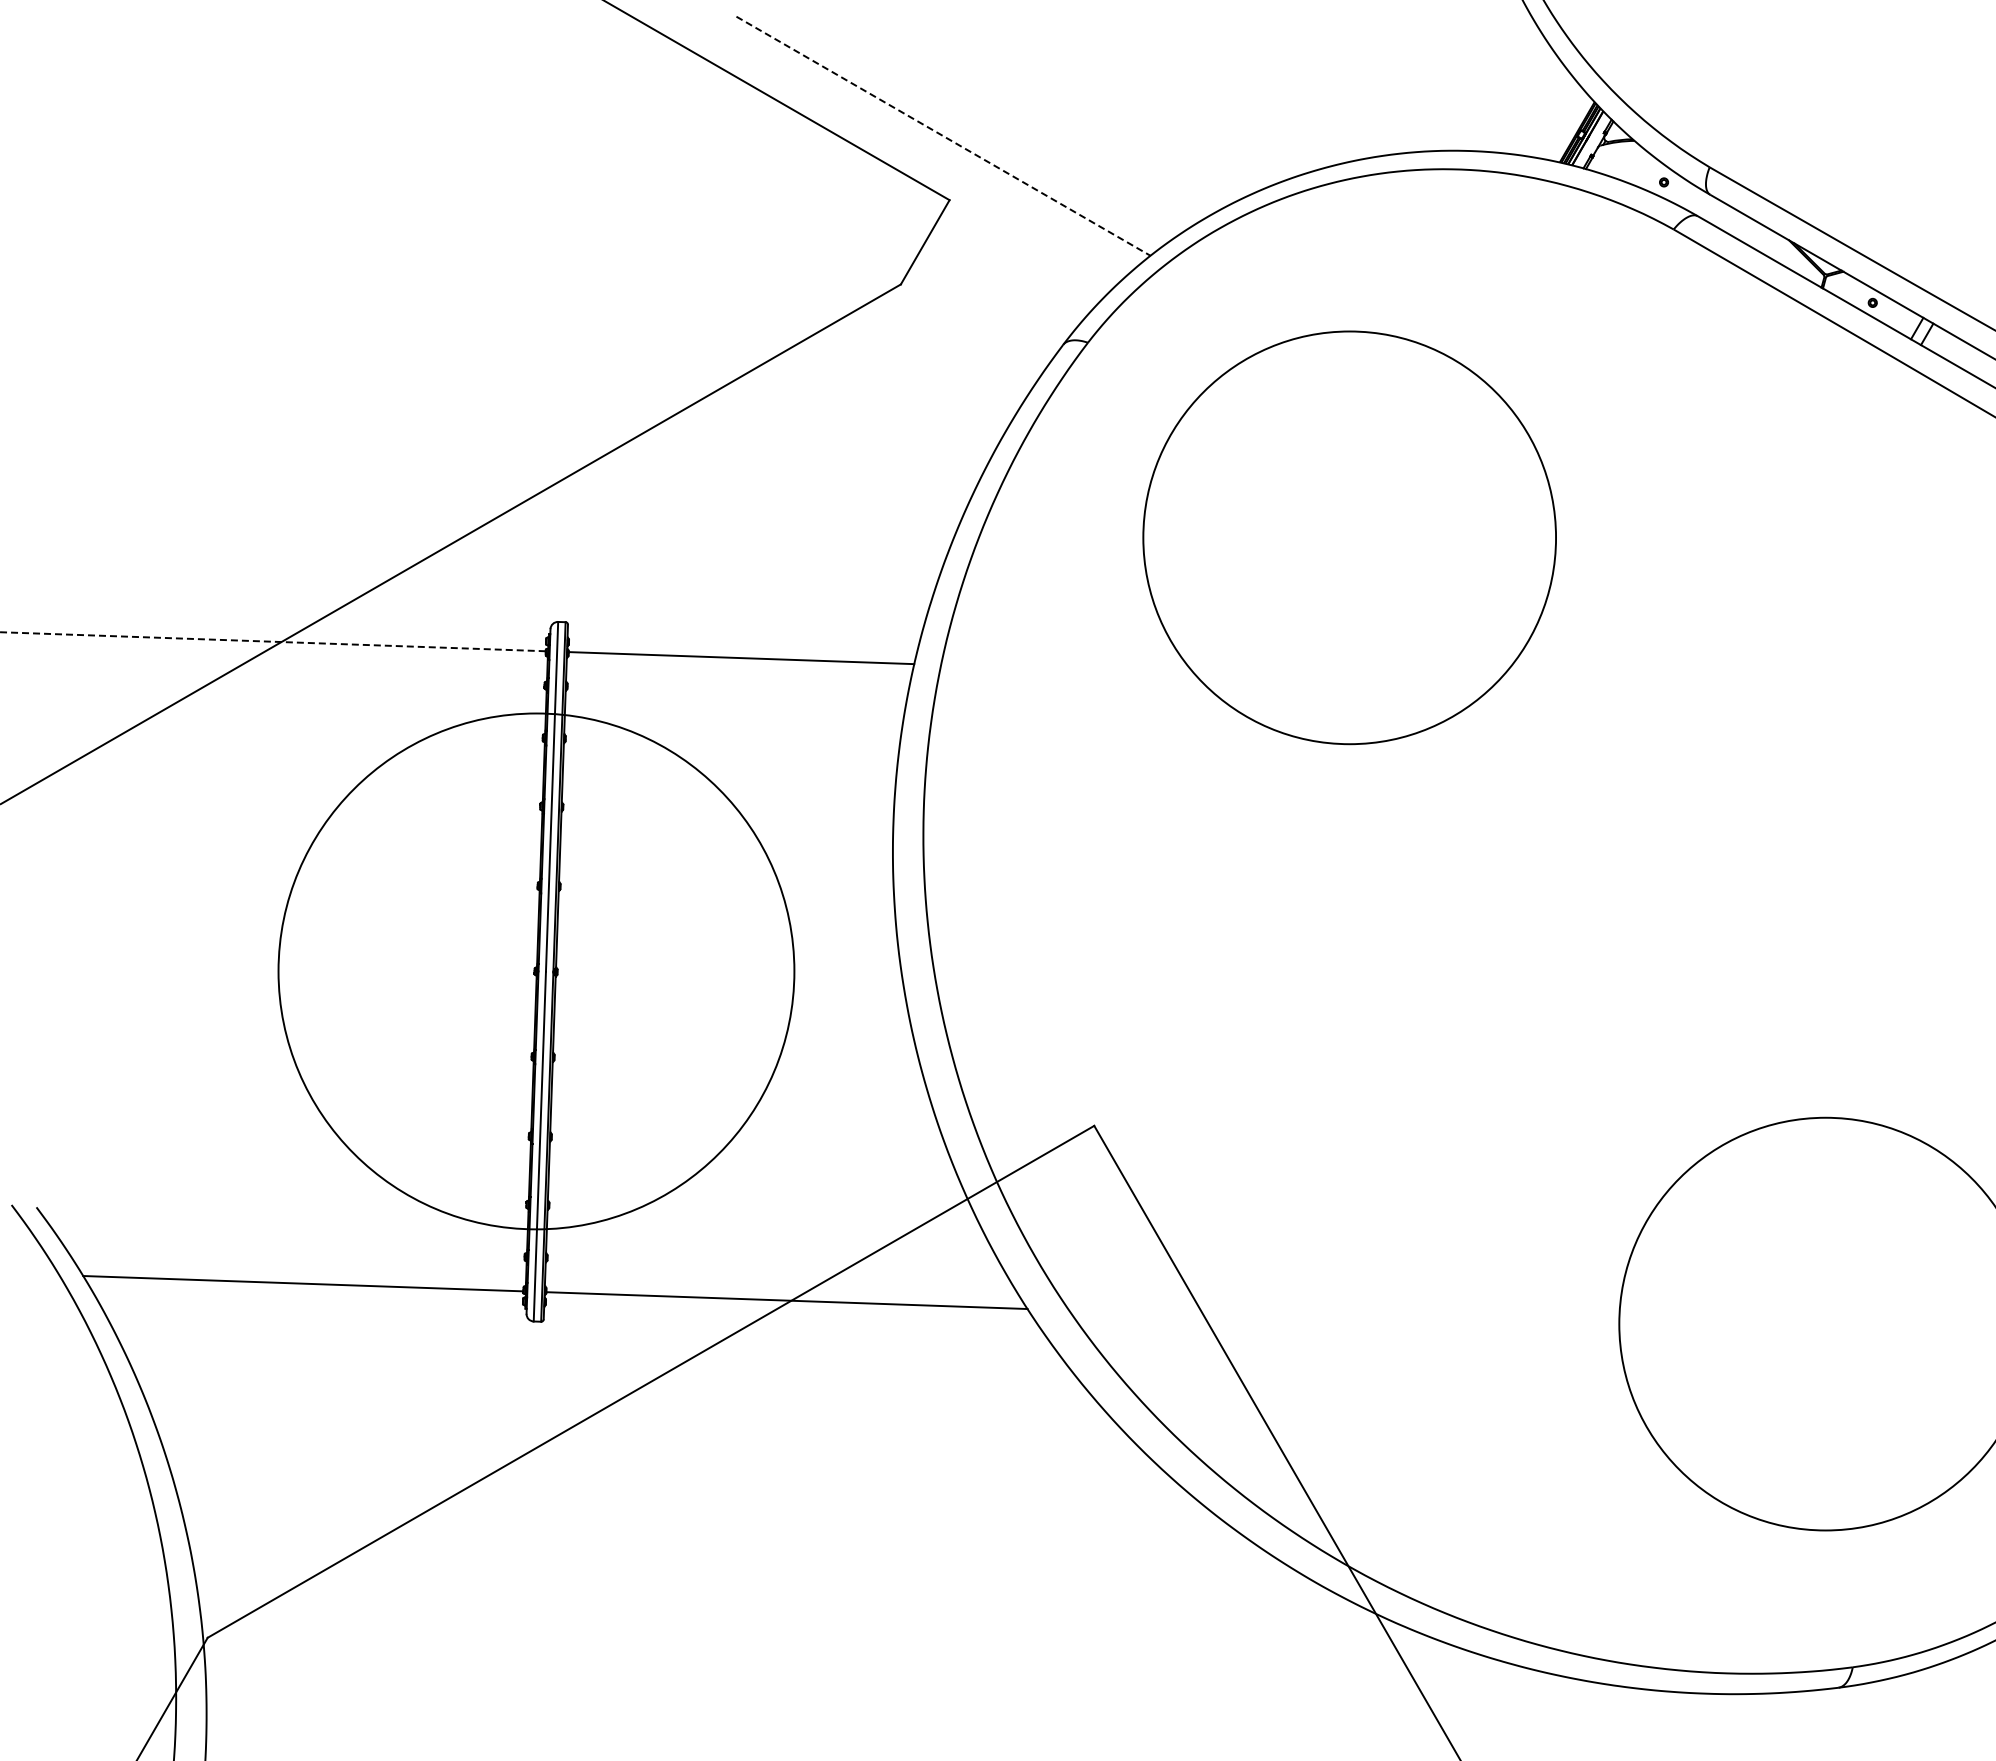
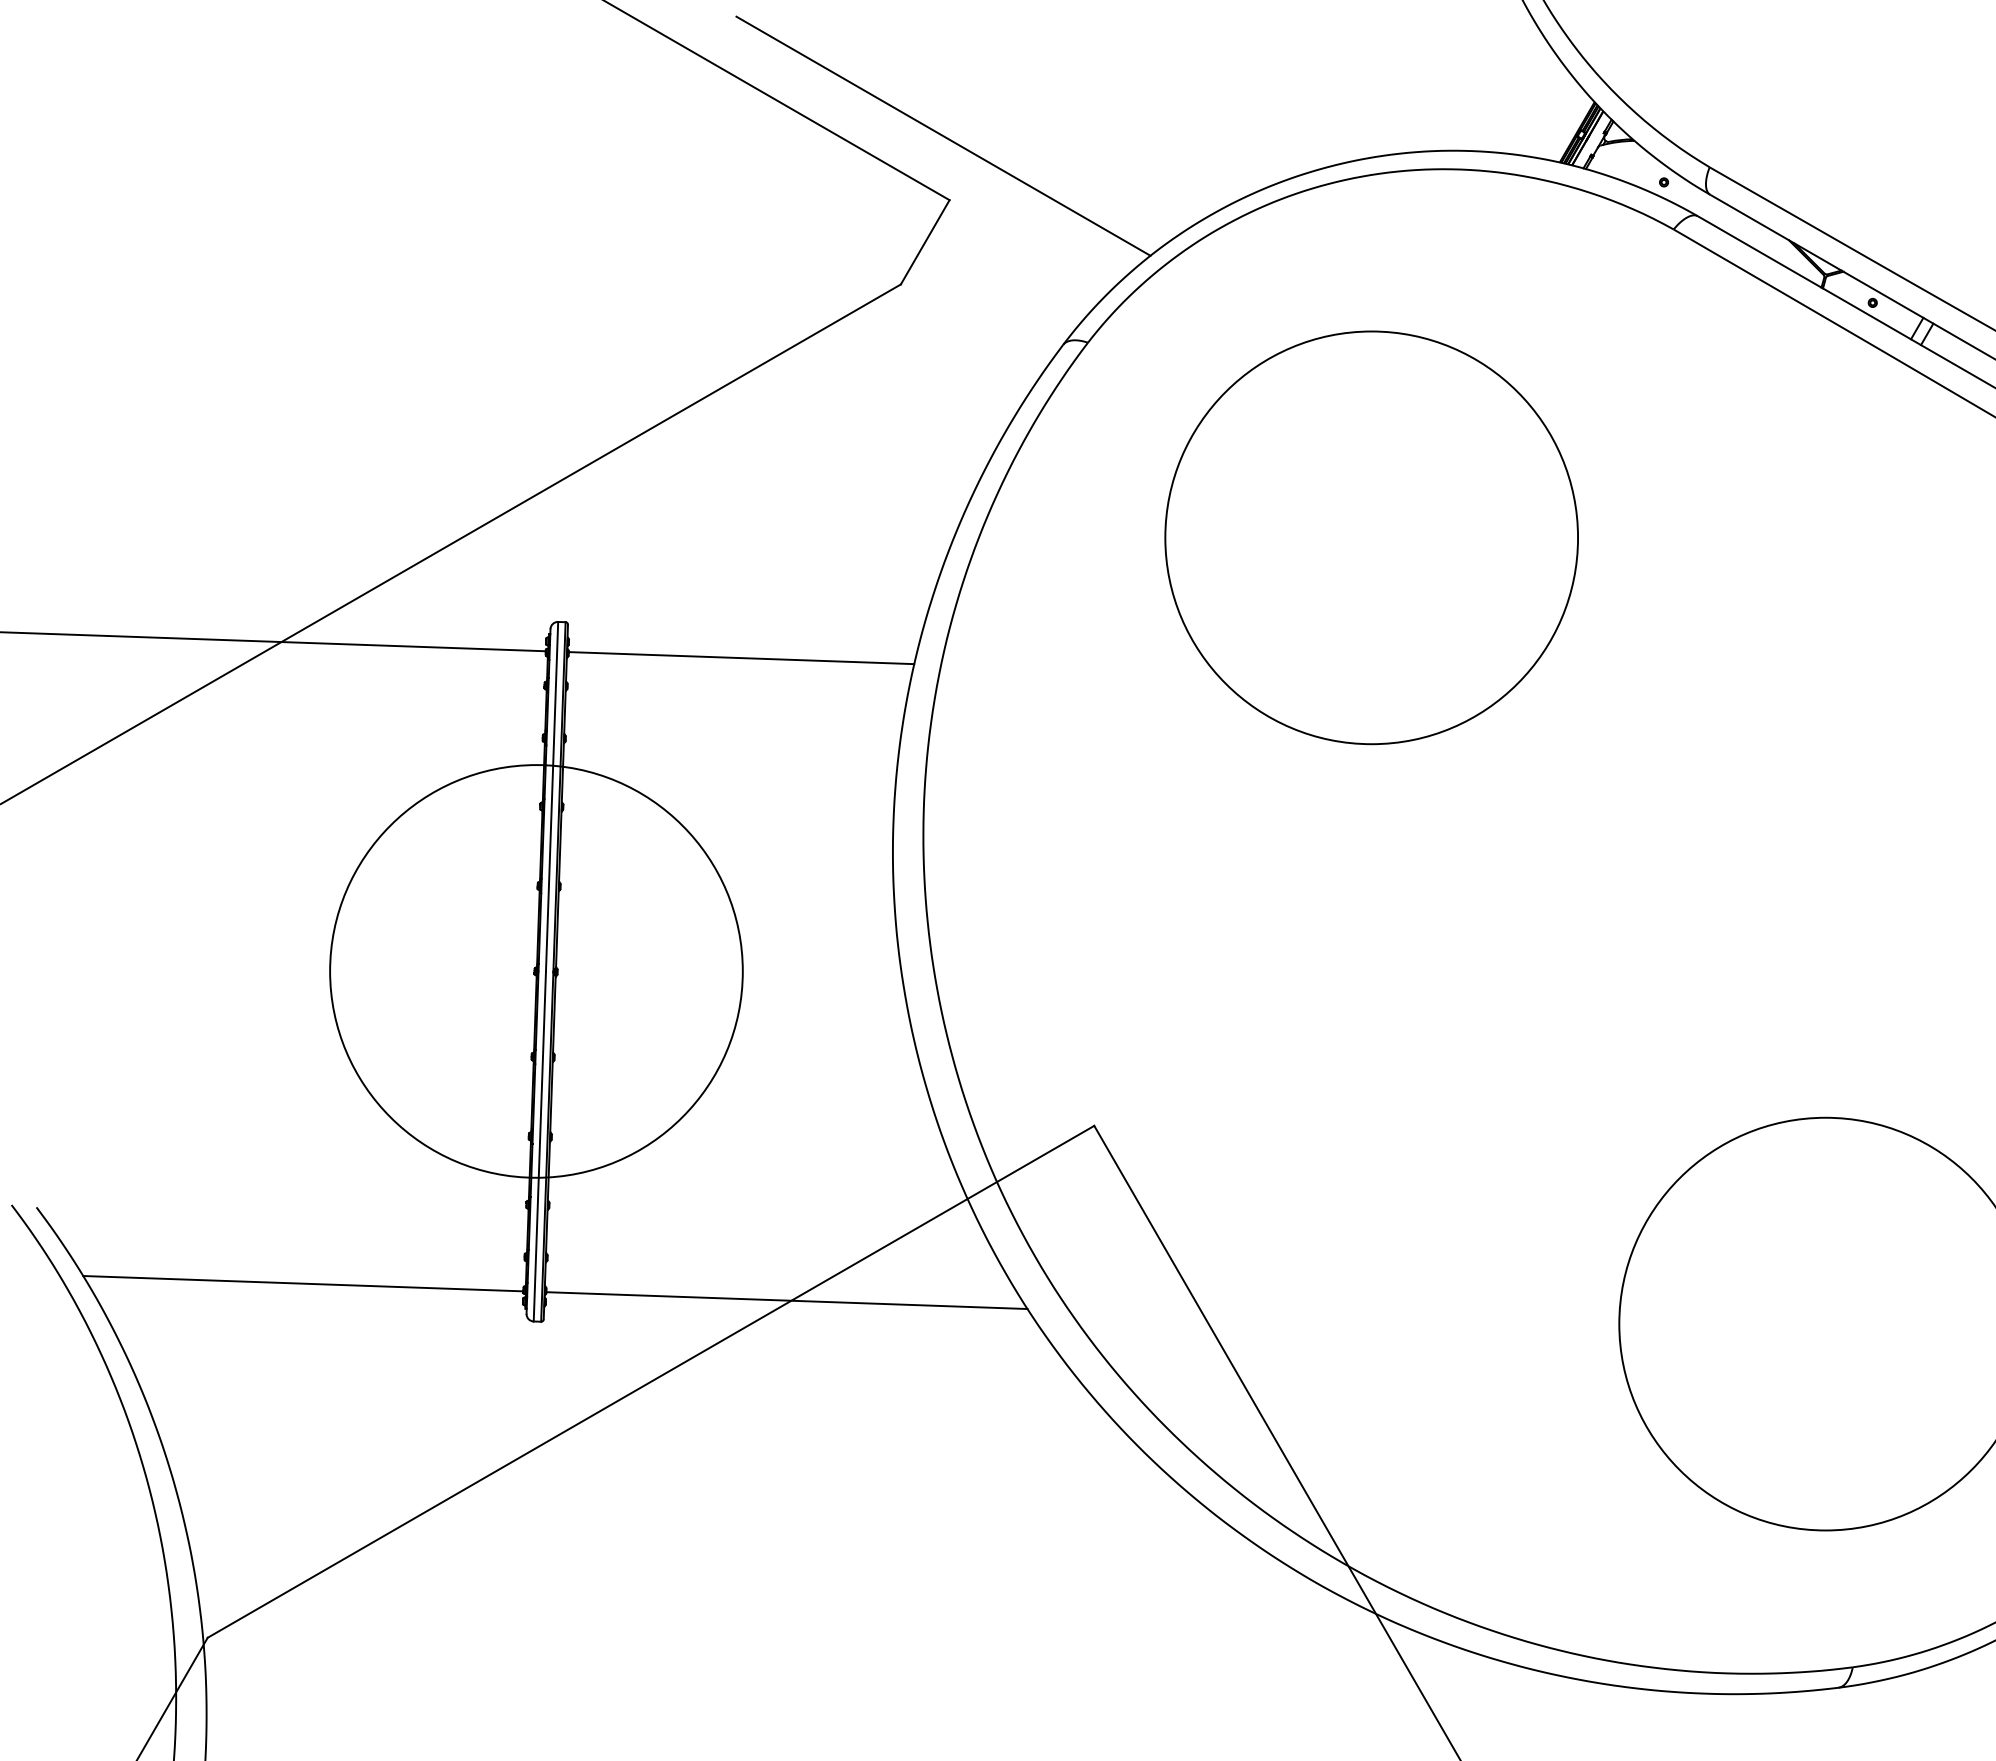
line at (943, 136): dashed -> solid
circle at (1349, 537) position: (1349, 537) -> (1371, 537)
line at (273, 641): dashed -> solid
circle at (536, 971) diameter: 516 px -> 413 px
